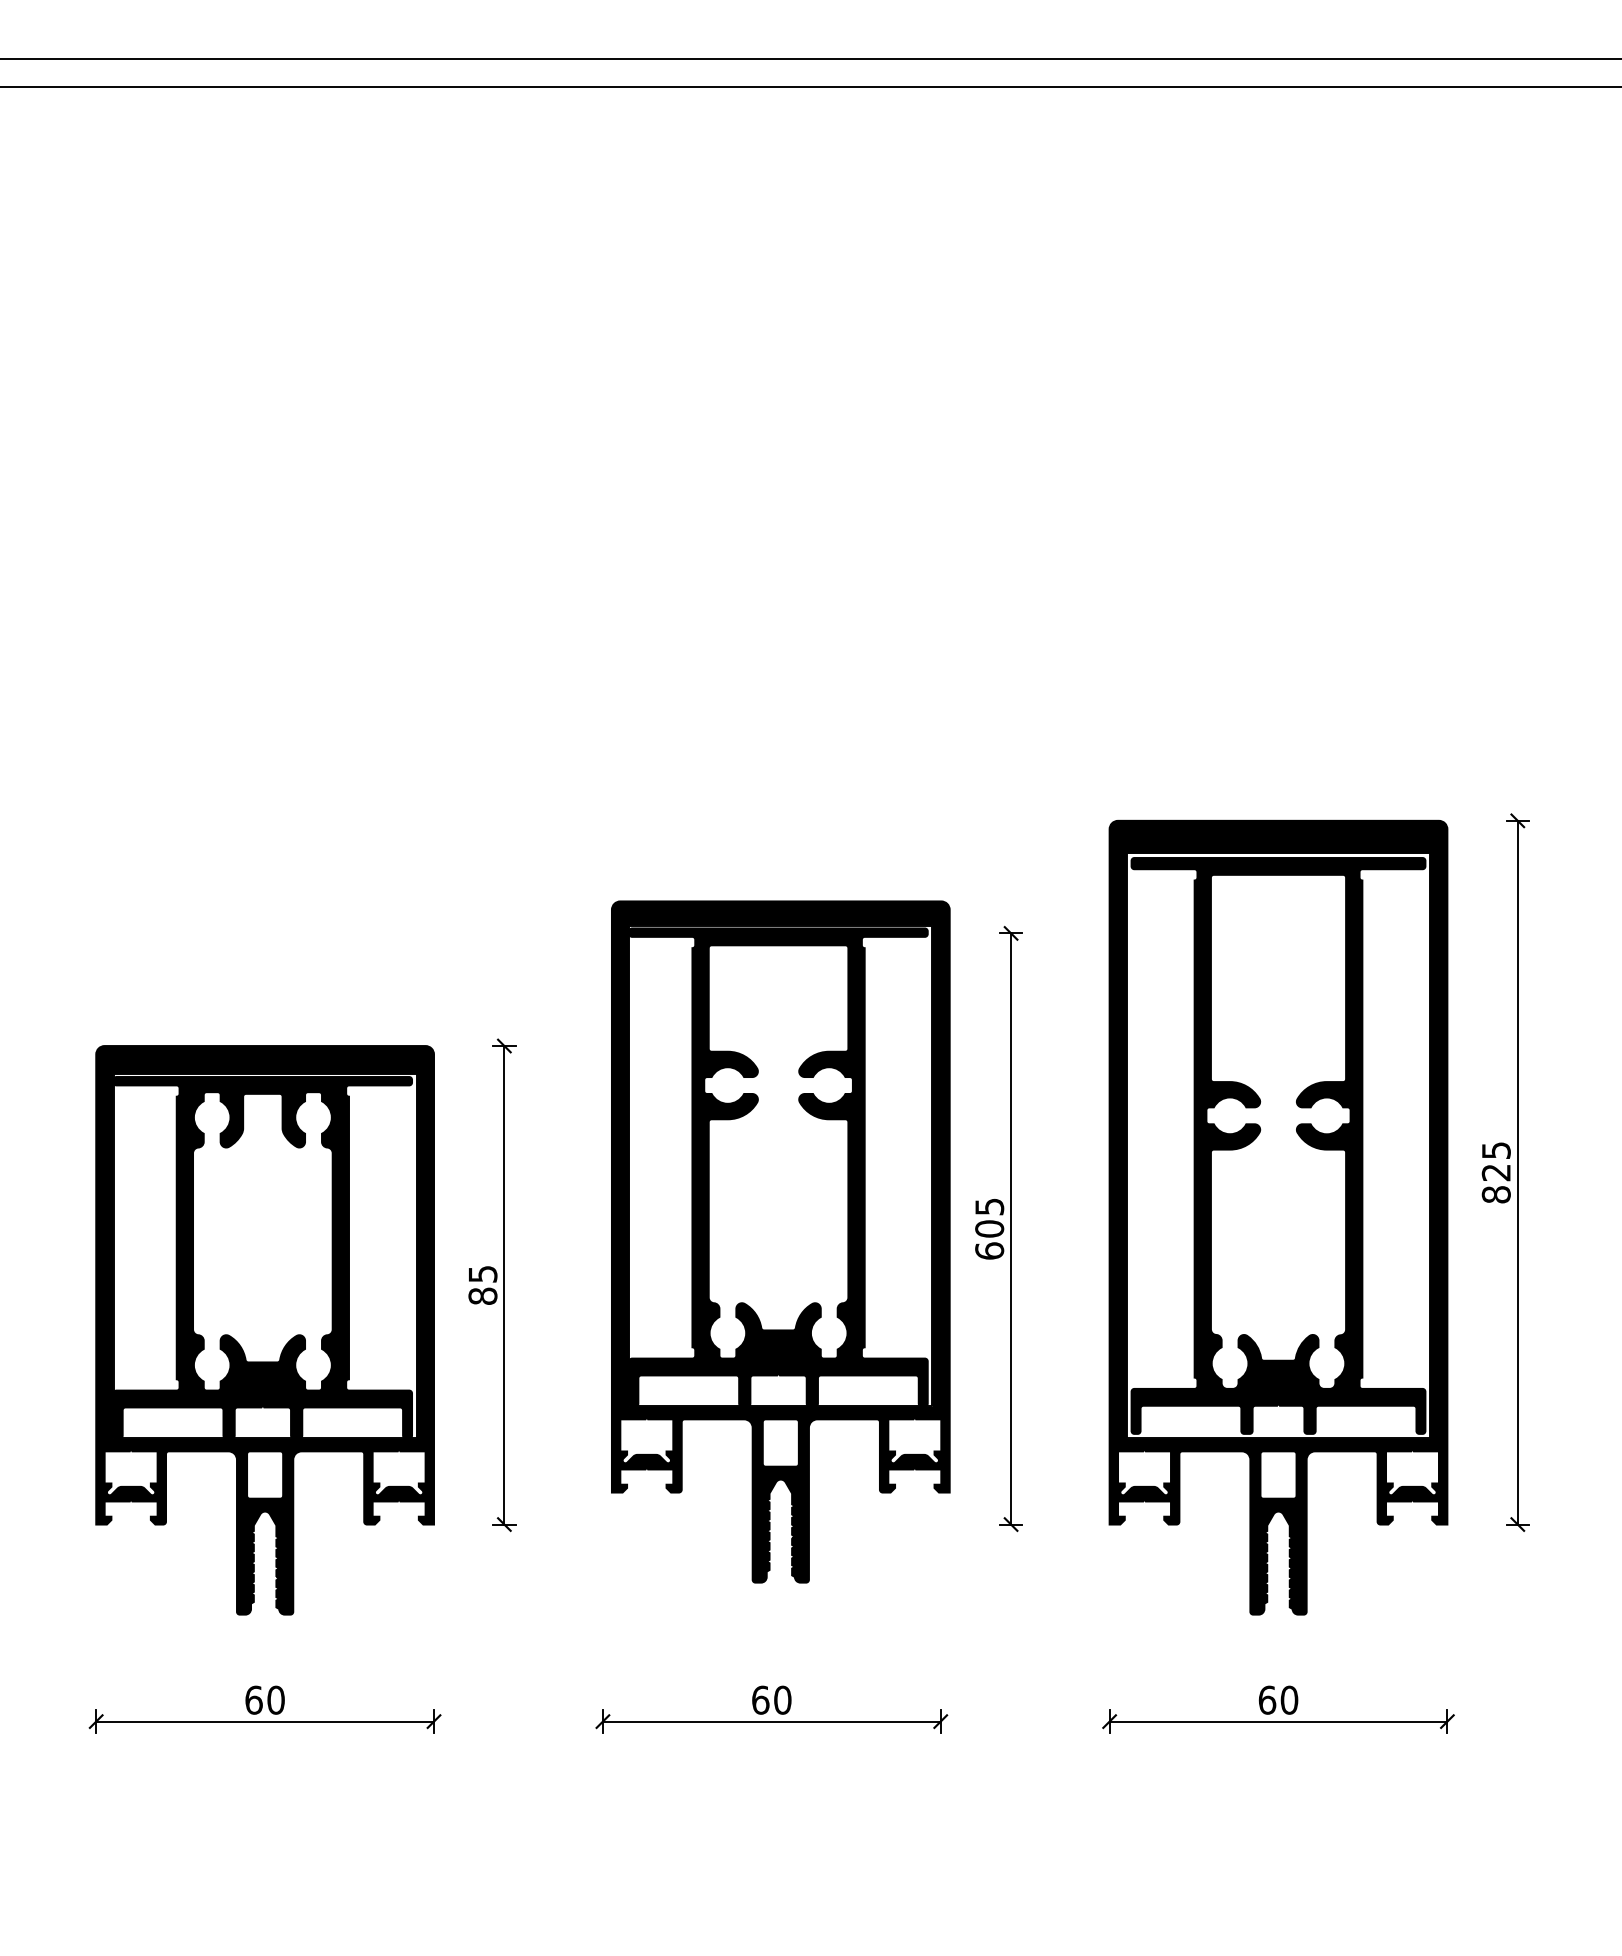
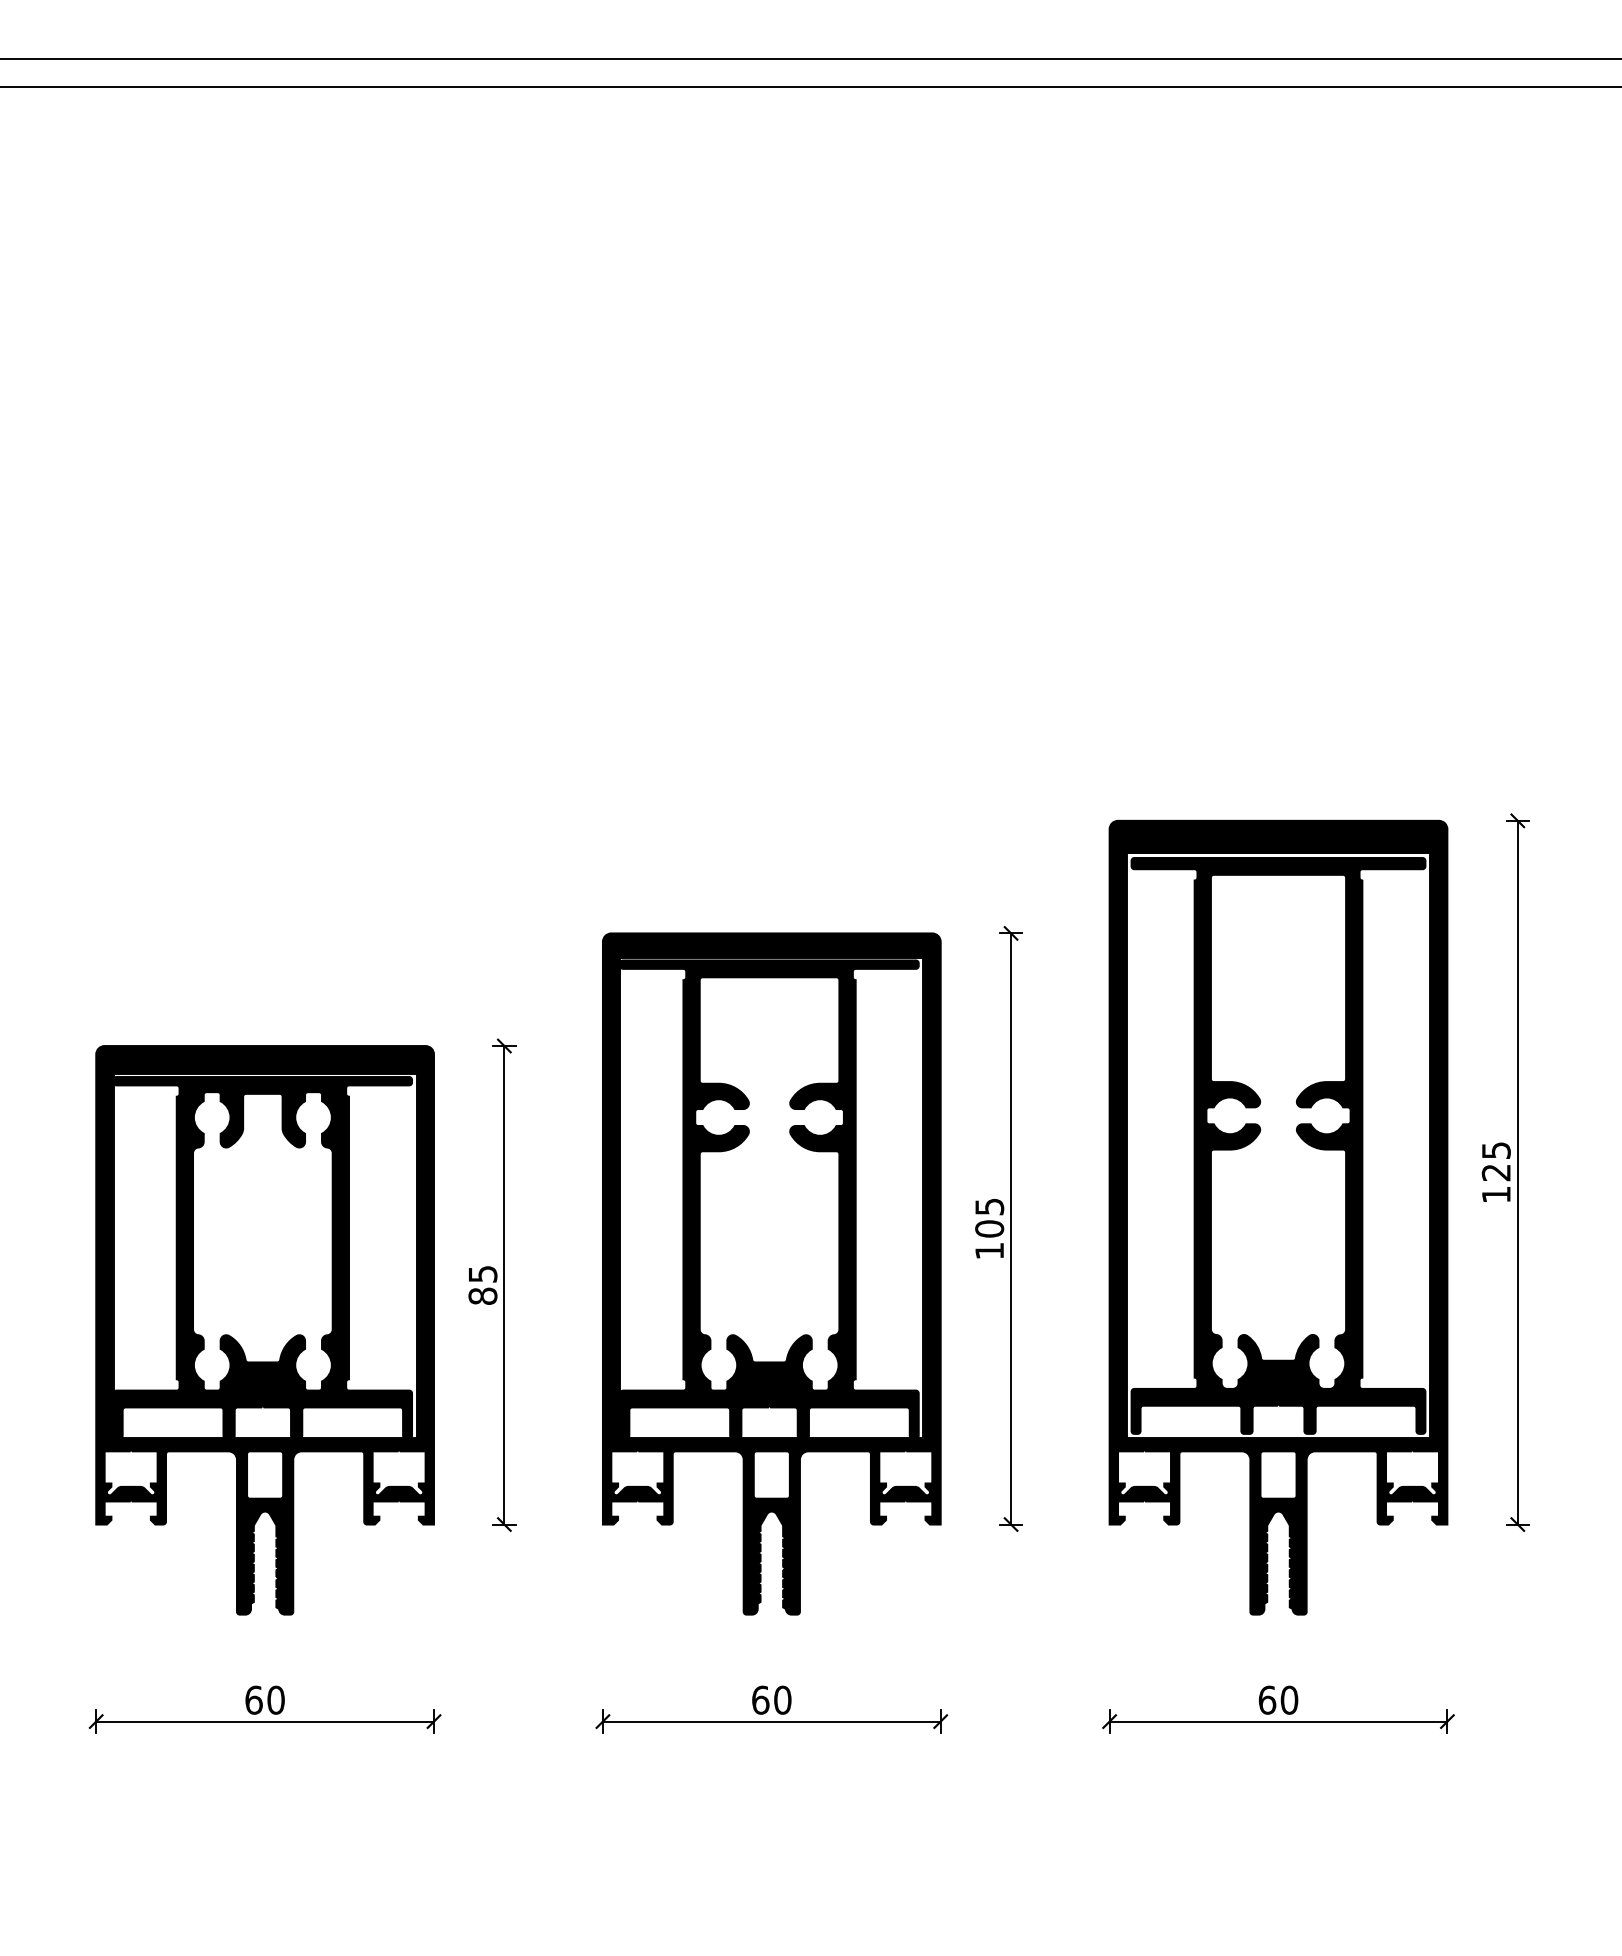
text at (1495, 1194): 825 -> 125
part at (780, 1241) position: (780, 1241) -> (771, 1273)
text at (989, 1250): 605 -> 105
